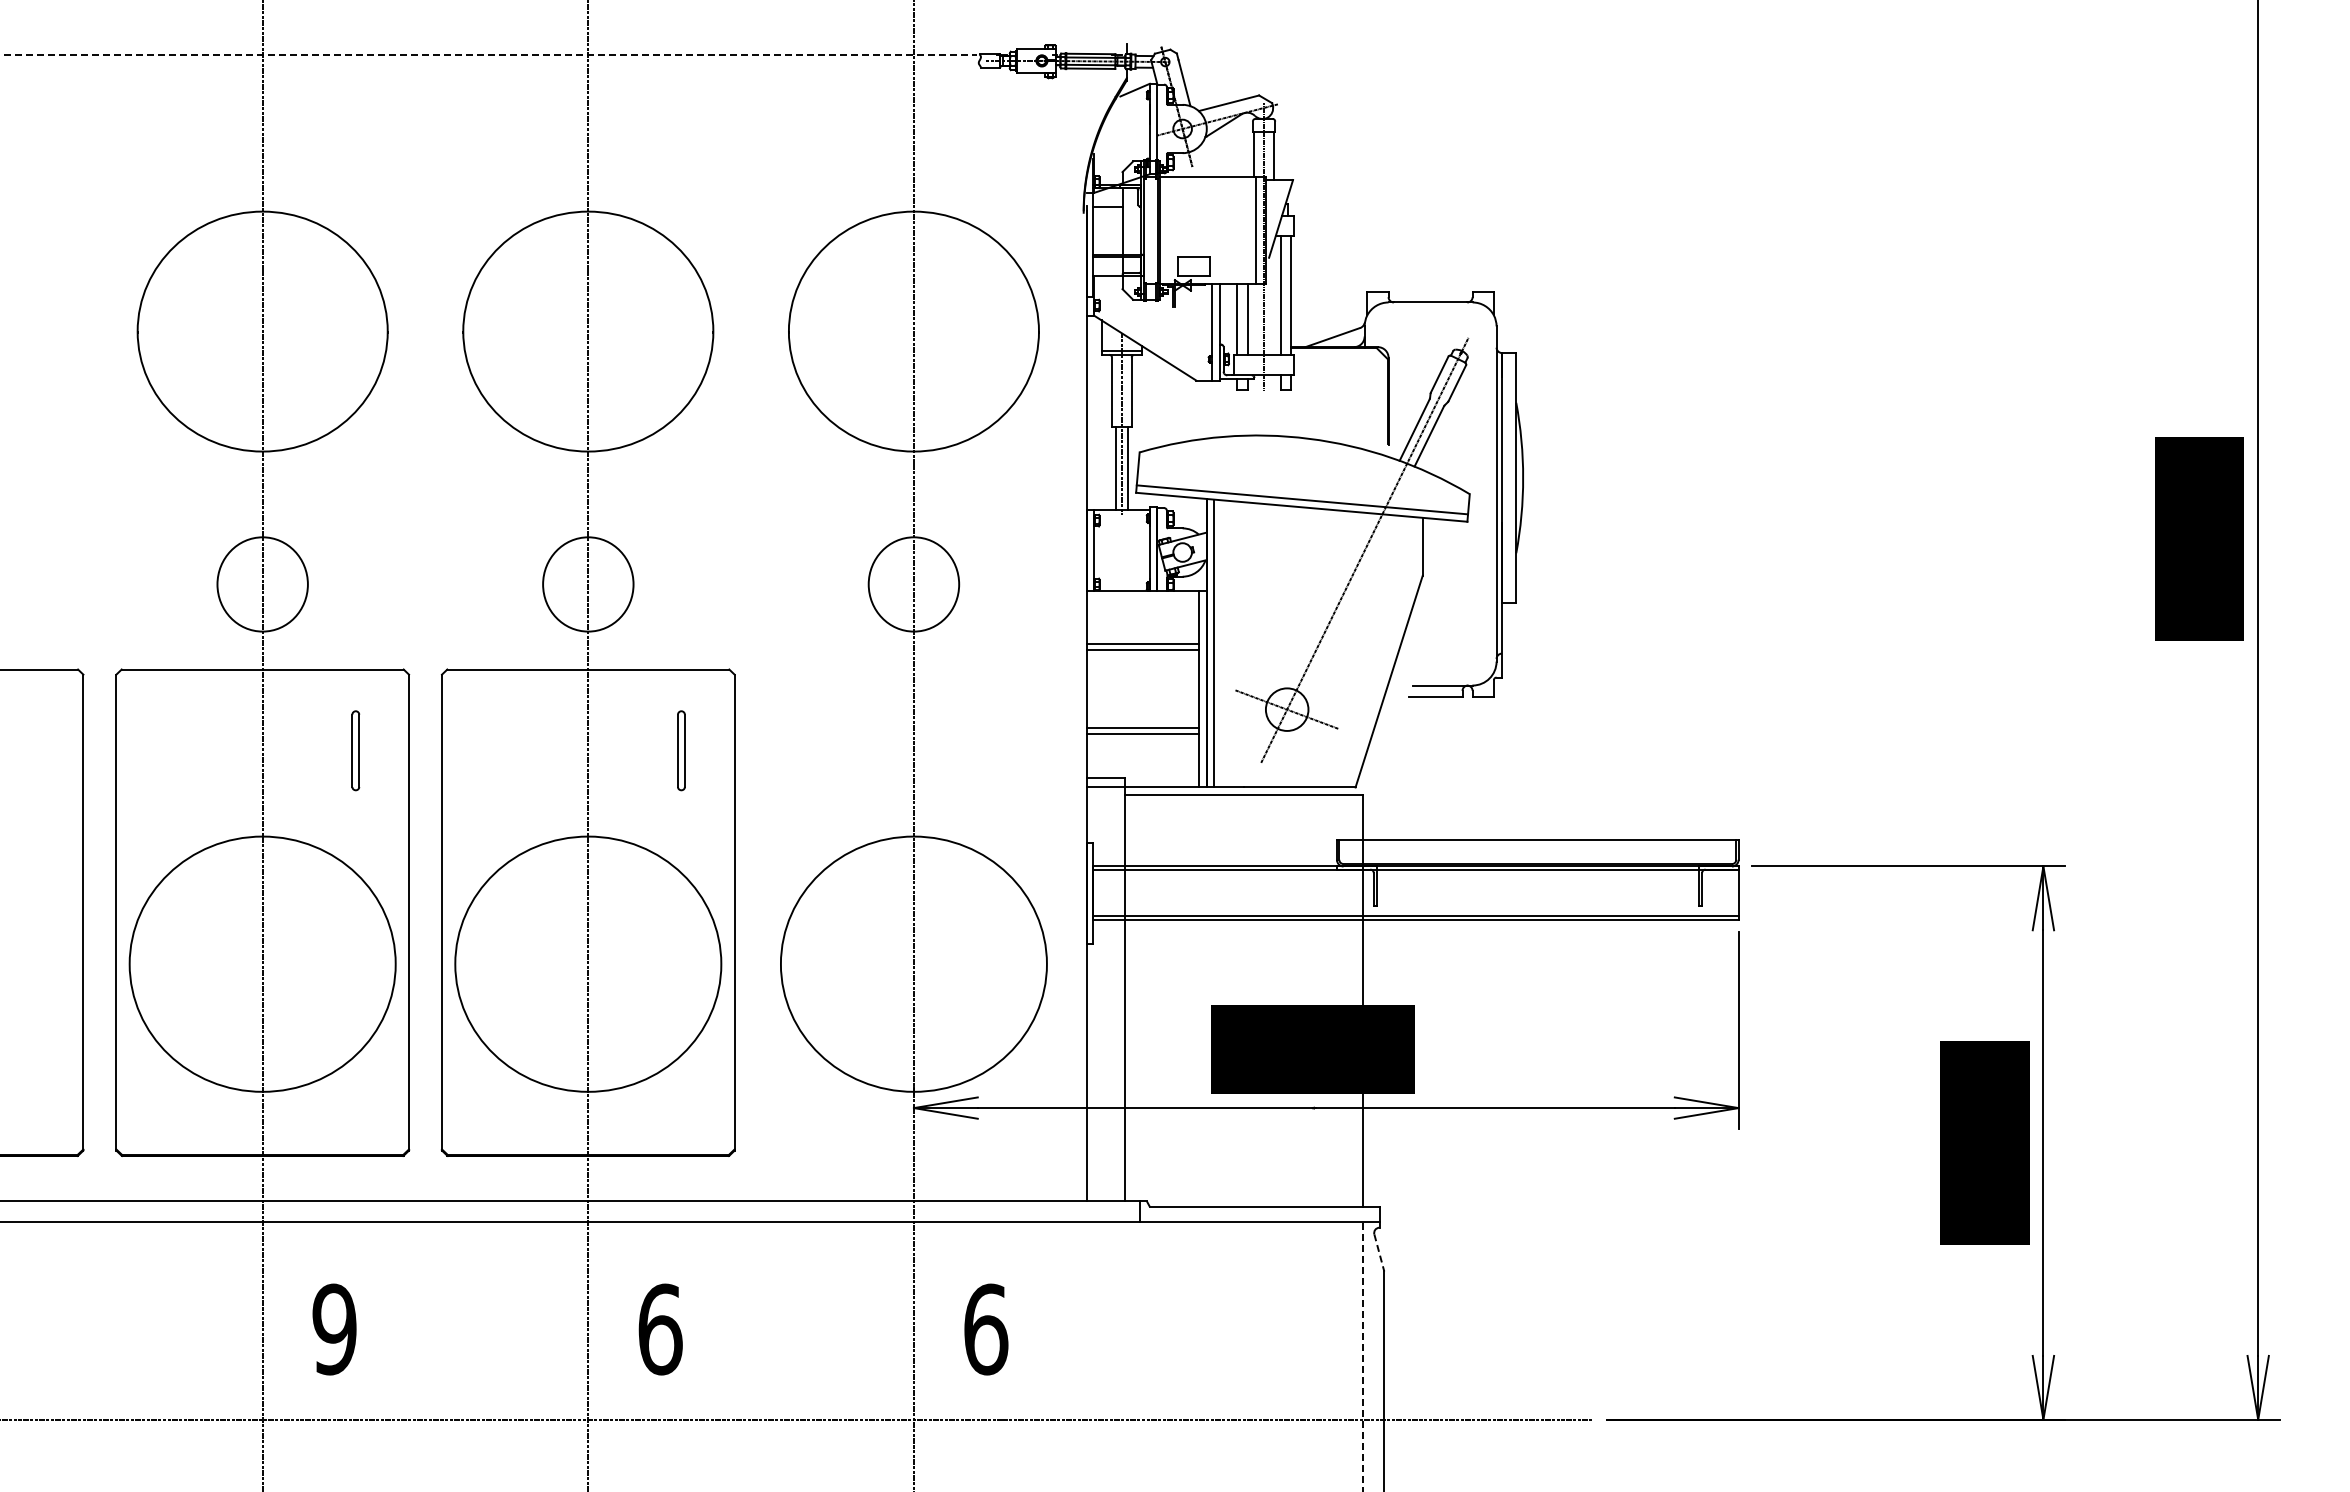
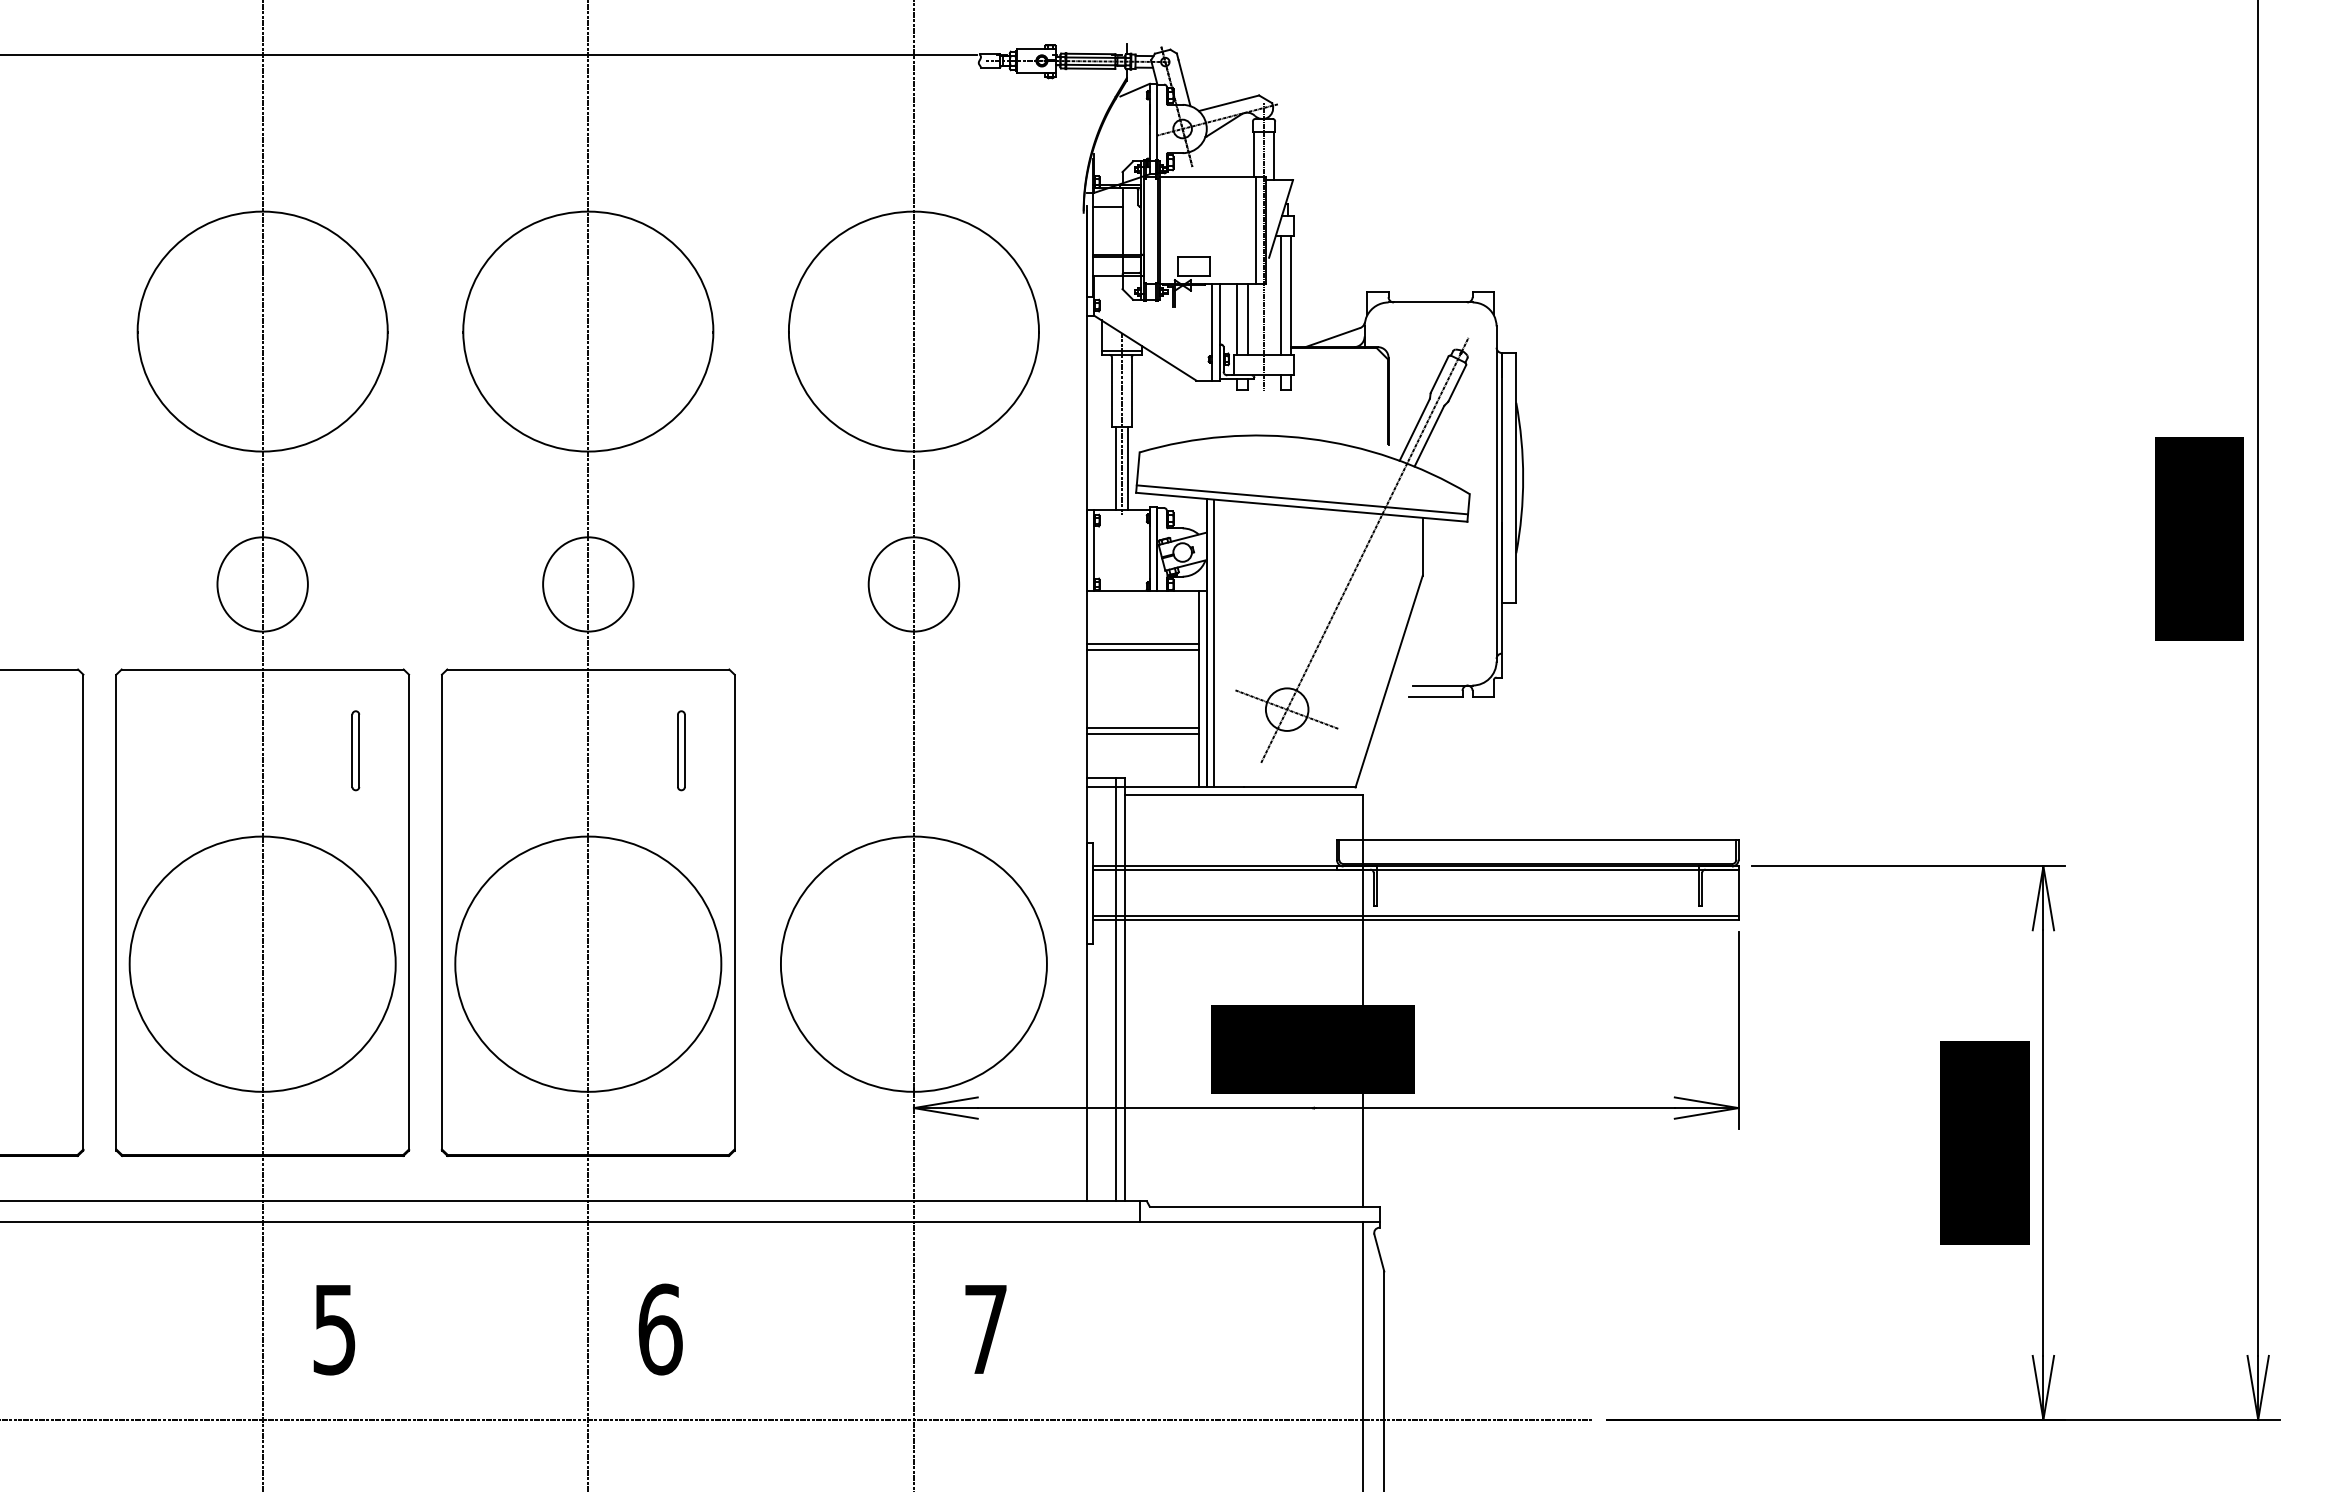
line at (489, 55): dashed -> solid
line at (1116, 989): none -> present
line at (1379, 1253): dashed -> solid
text at (334, 1329): 9 -> 5
text at (986, 1329): 6 -> 7
line at (1363, 1356): dashed -> solid
